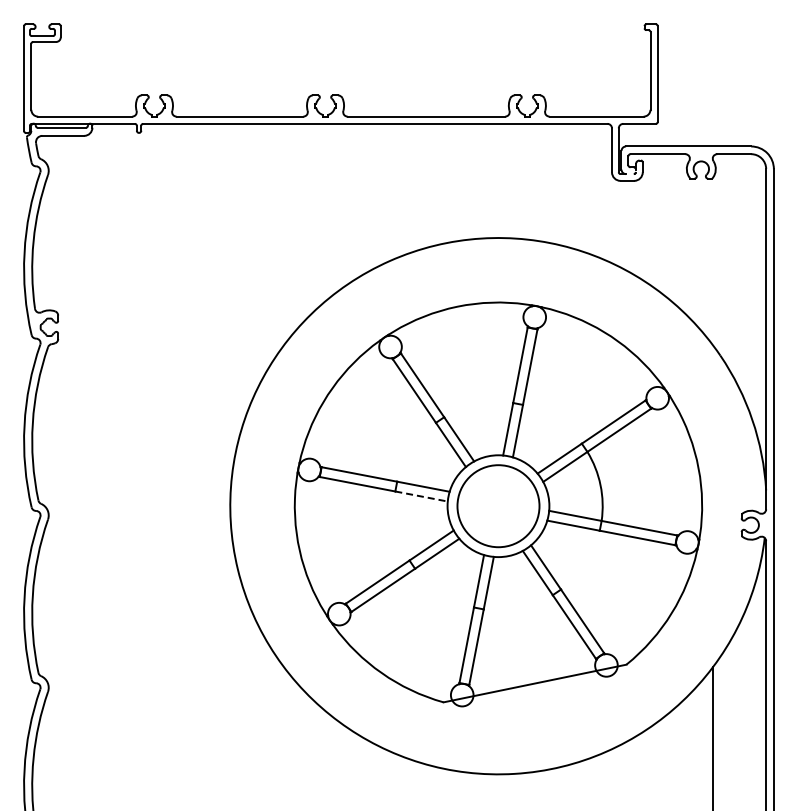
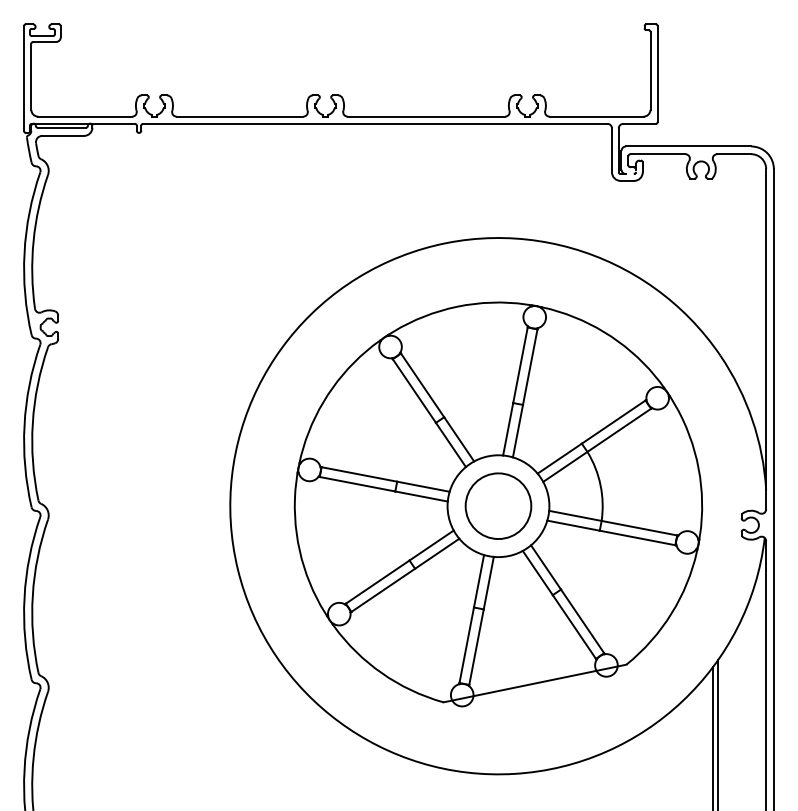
line at (421, 496): dashed -> solid
circle at (498, 506) diameter: 82 px -> 66 px
line at (718, 733): none -> present
